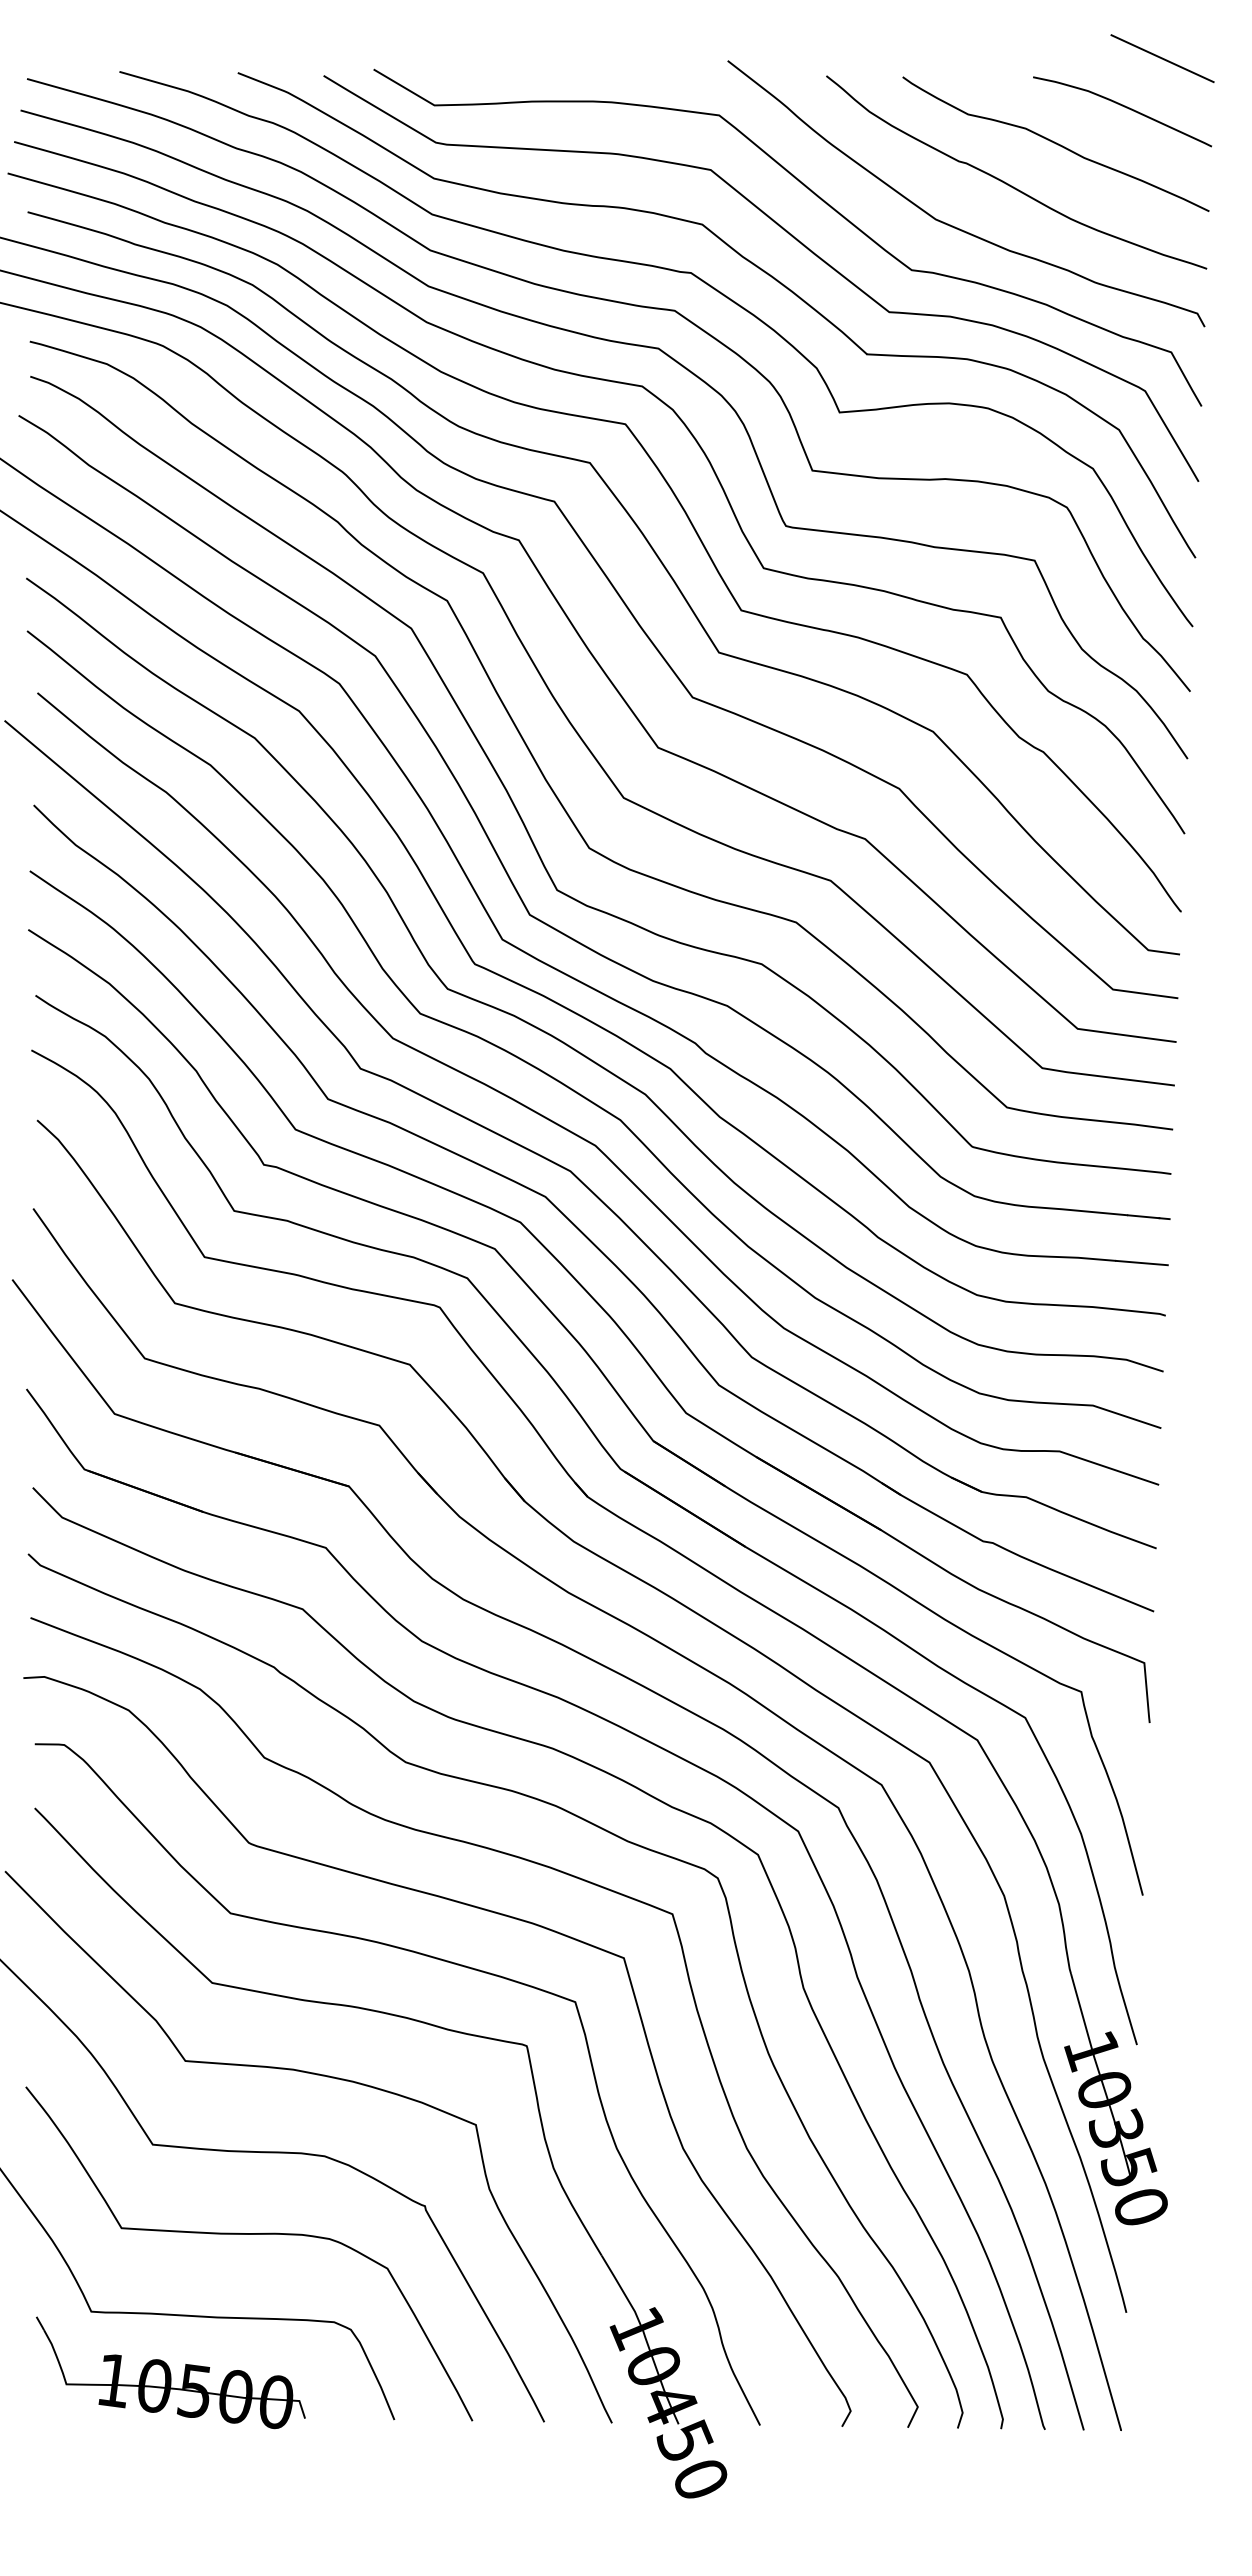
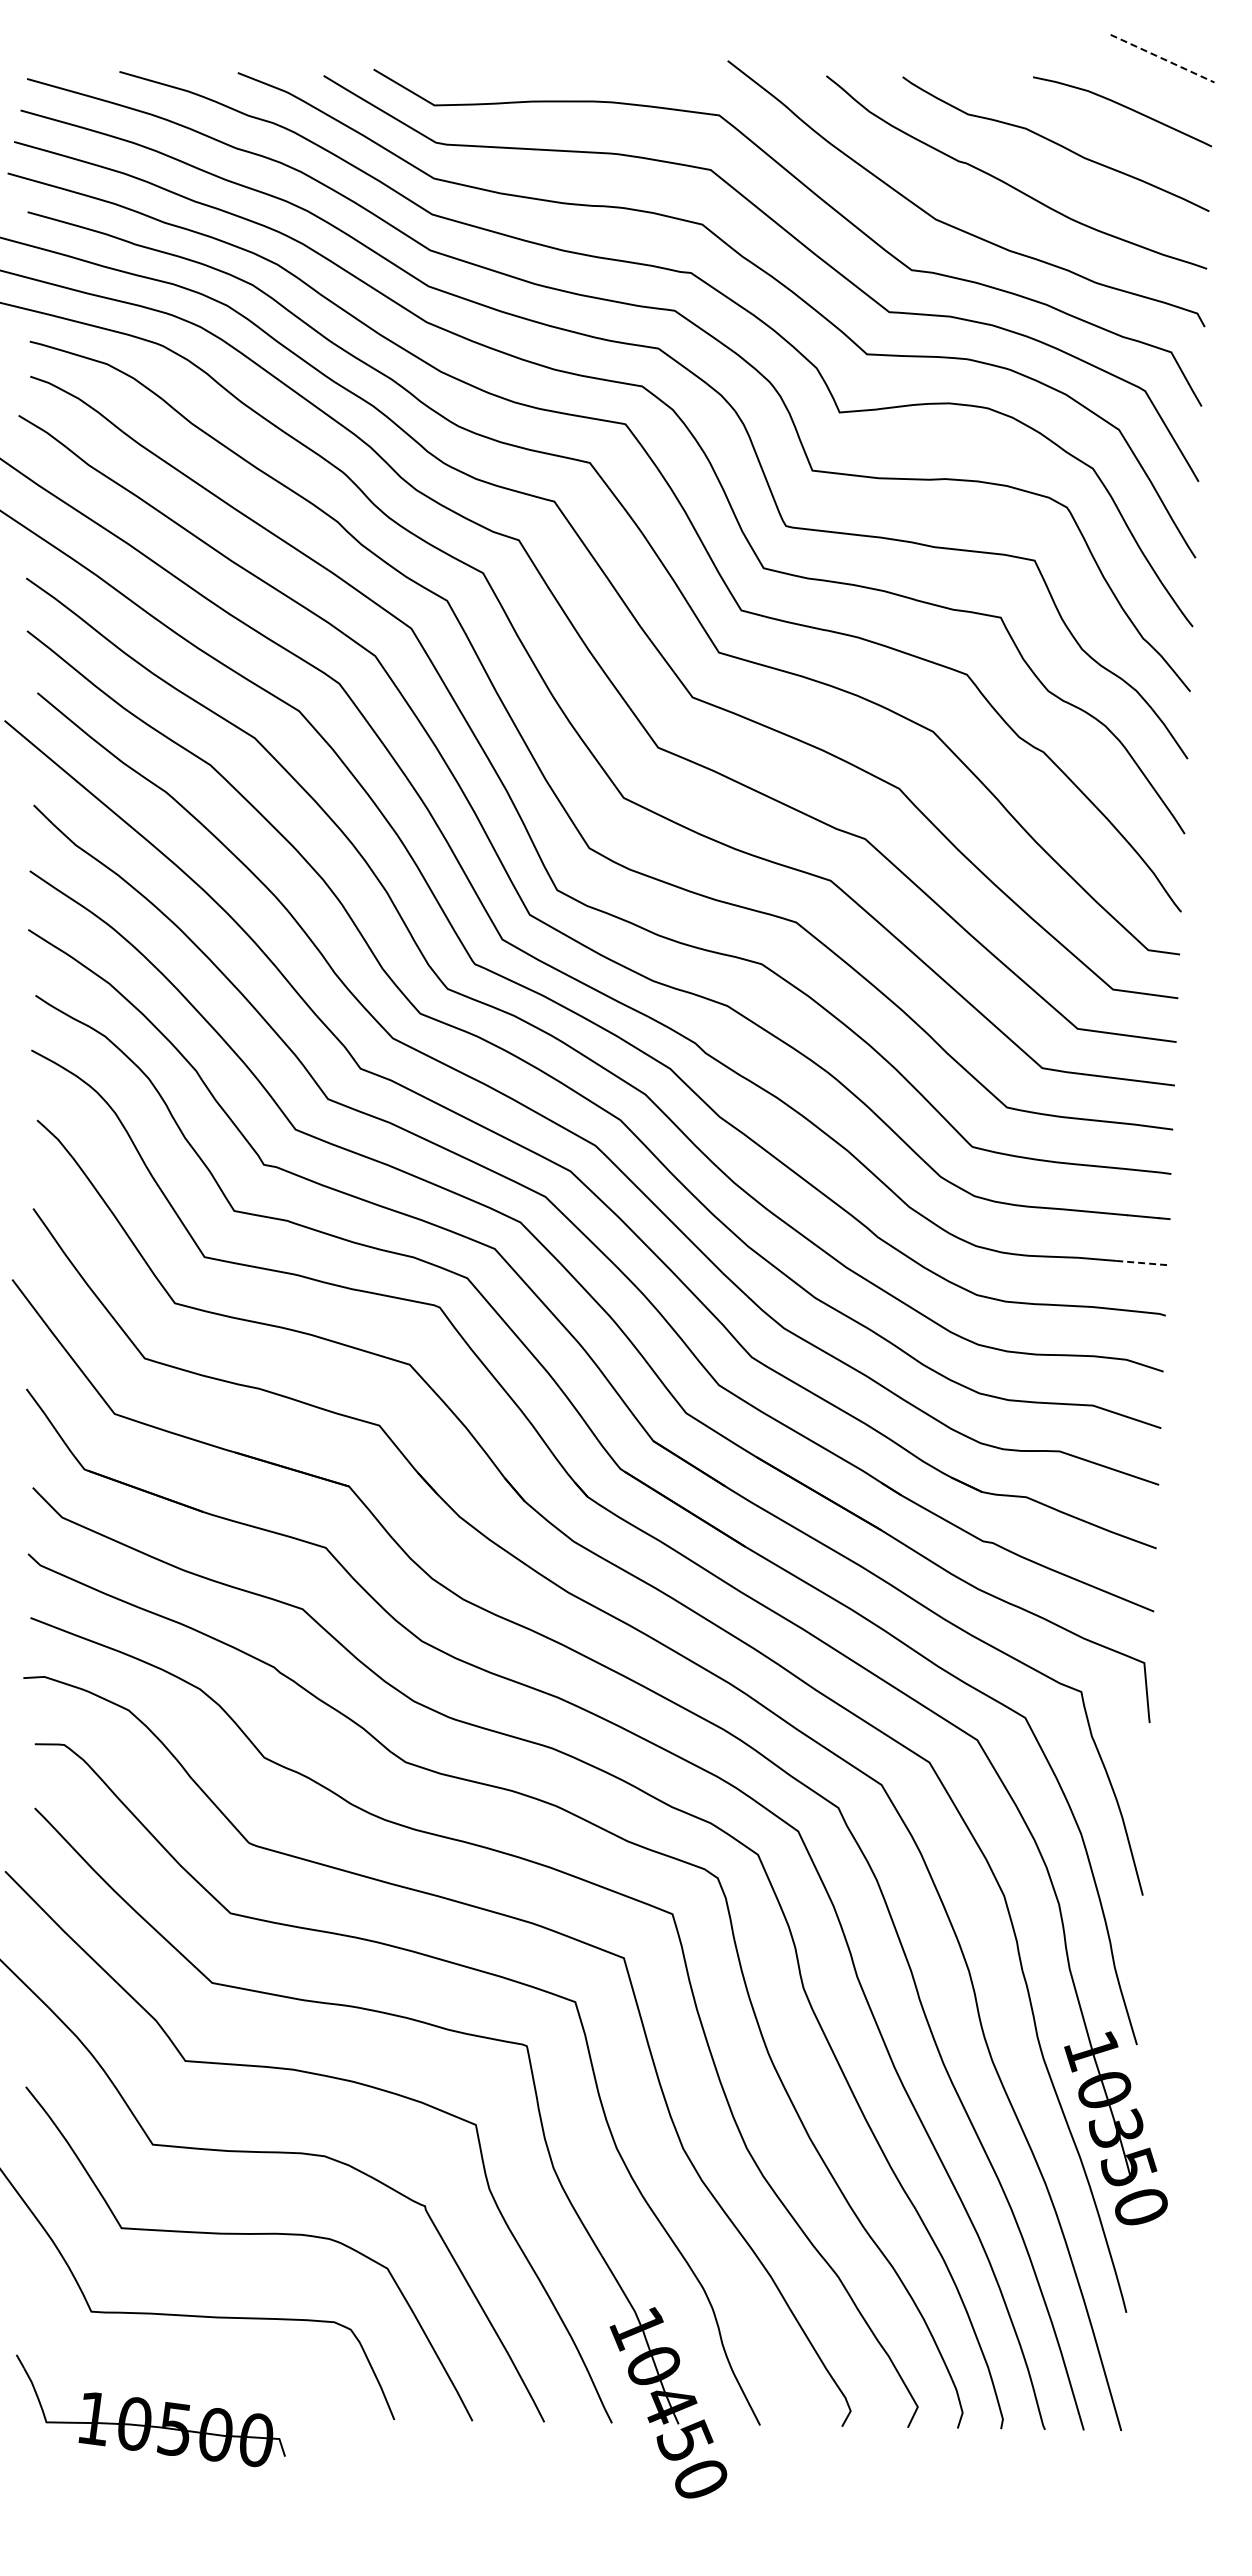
line at (1163, 58): solid -> dashed
line at (1142, 1263): solid -> dashed
part at (170, 2372) position: (170, 2372) -> (150, 2410)
